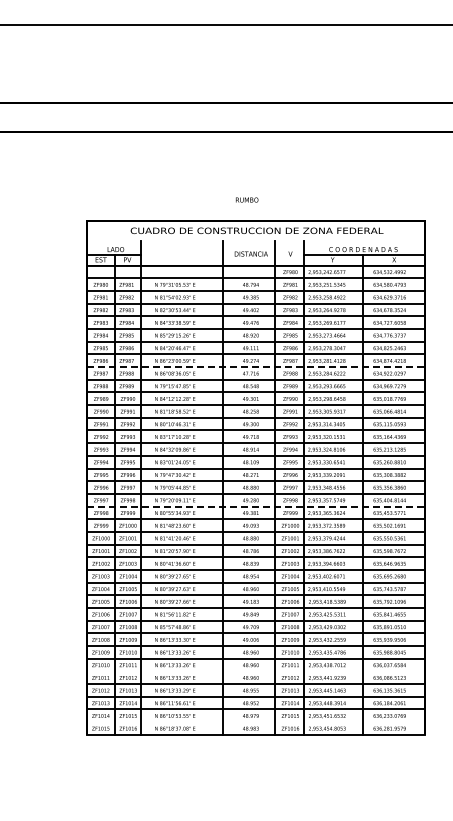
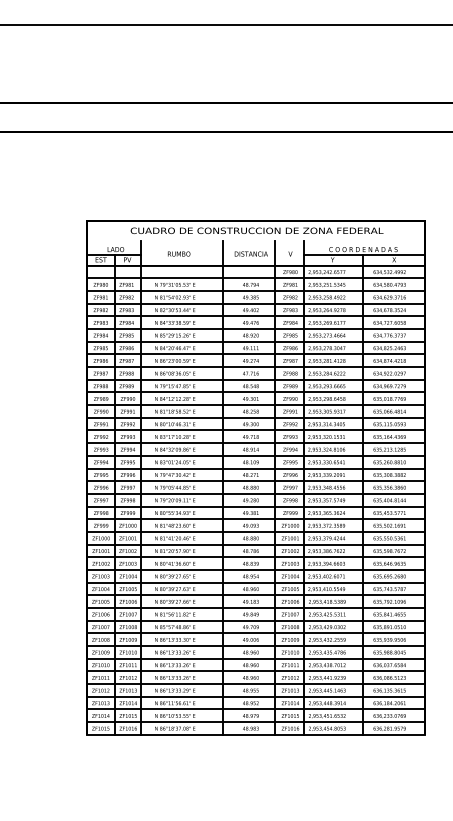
text at (247, 199) position: (247, 199) -> (179, 253)
line at (256, 367): dashed -> solid
line at (256, 506): dashed -> solid
line at (256, 671): none -> present
line at (256, 722): none -> present
